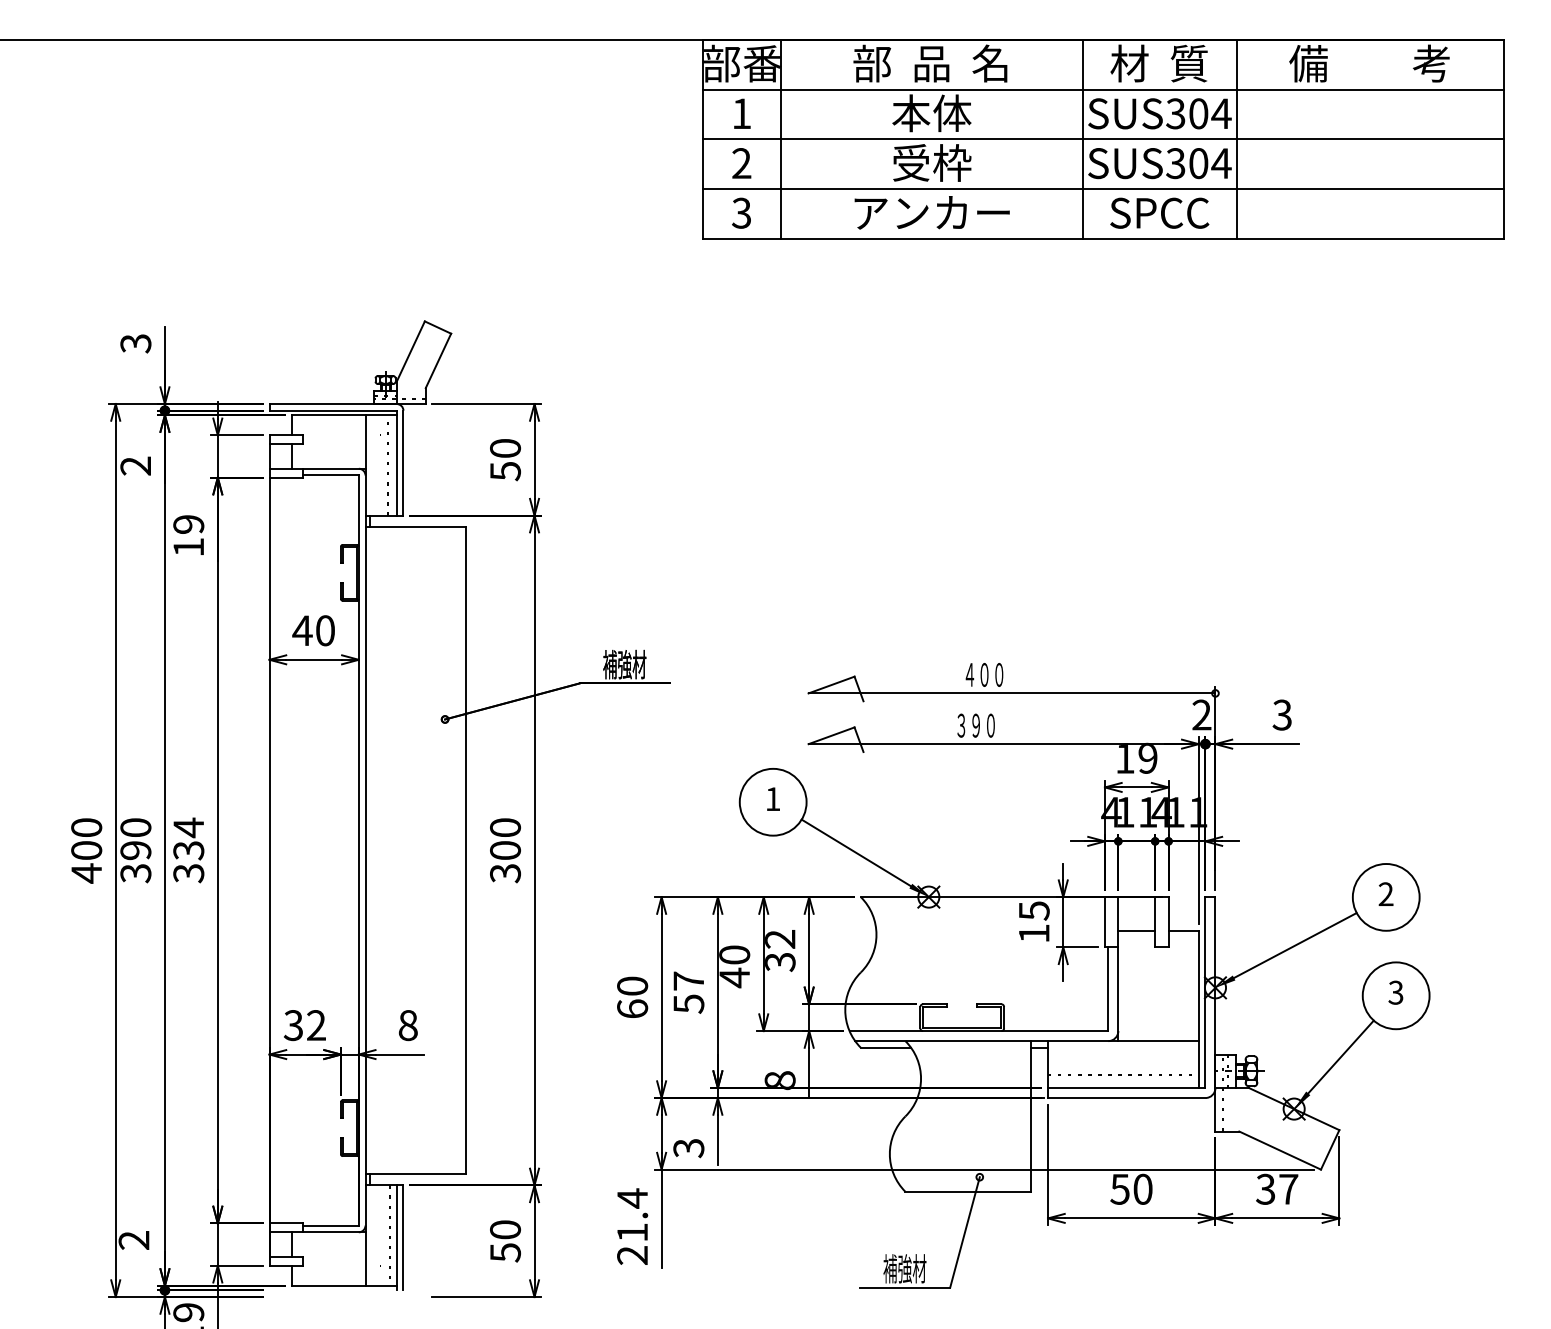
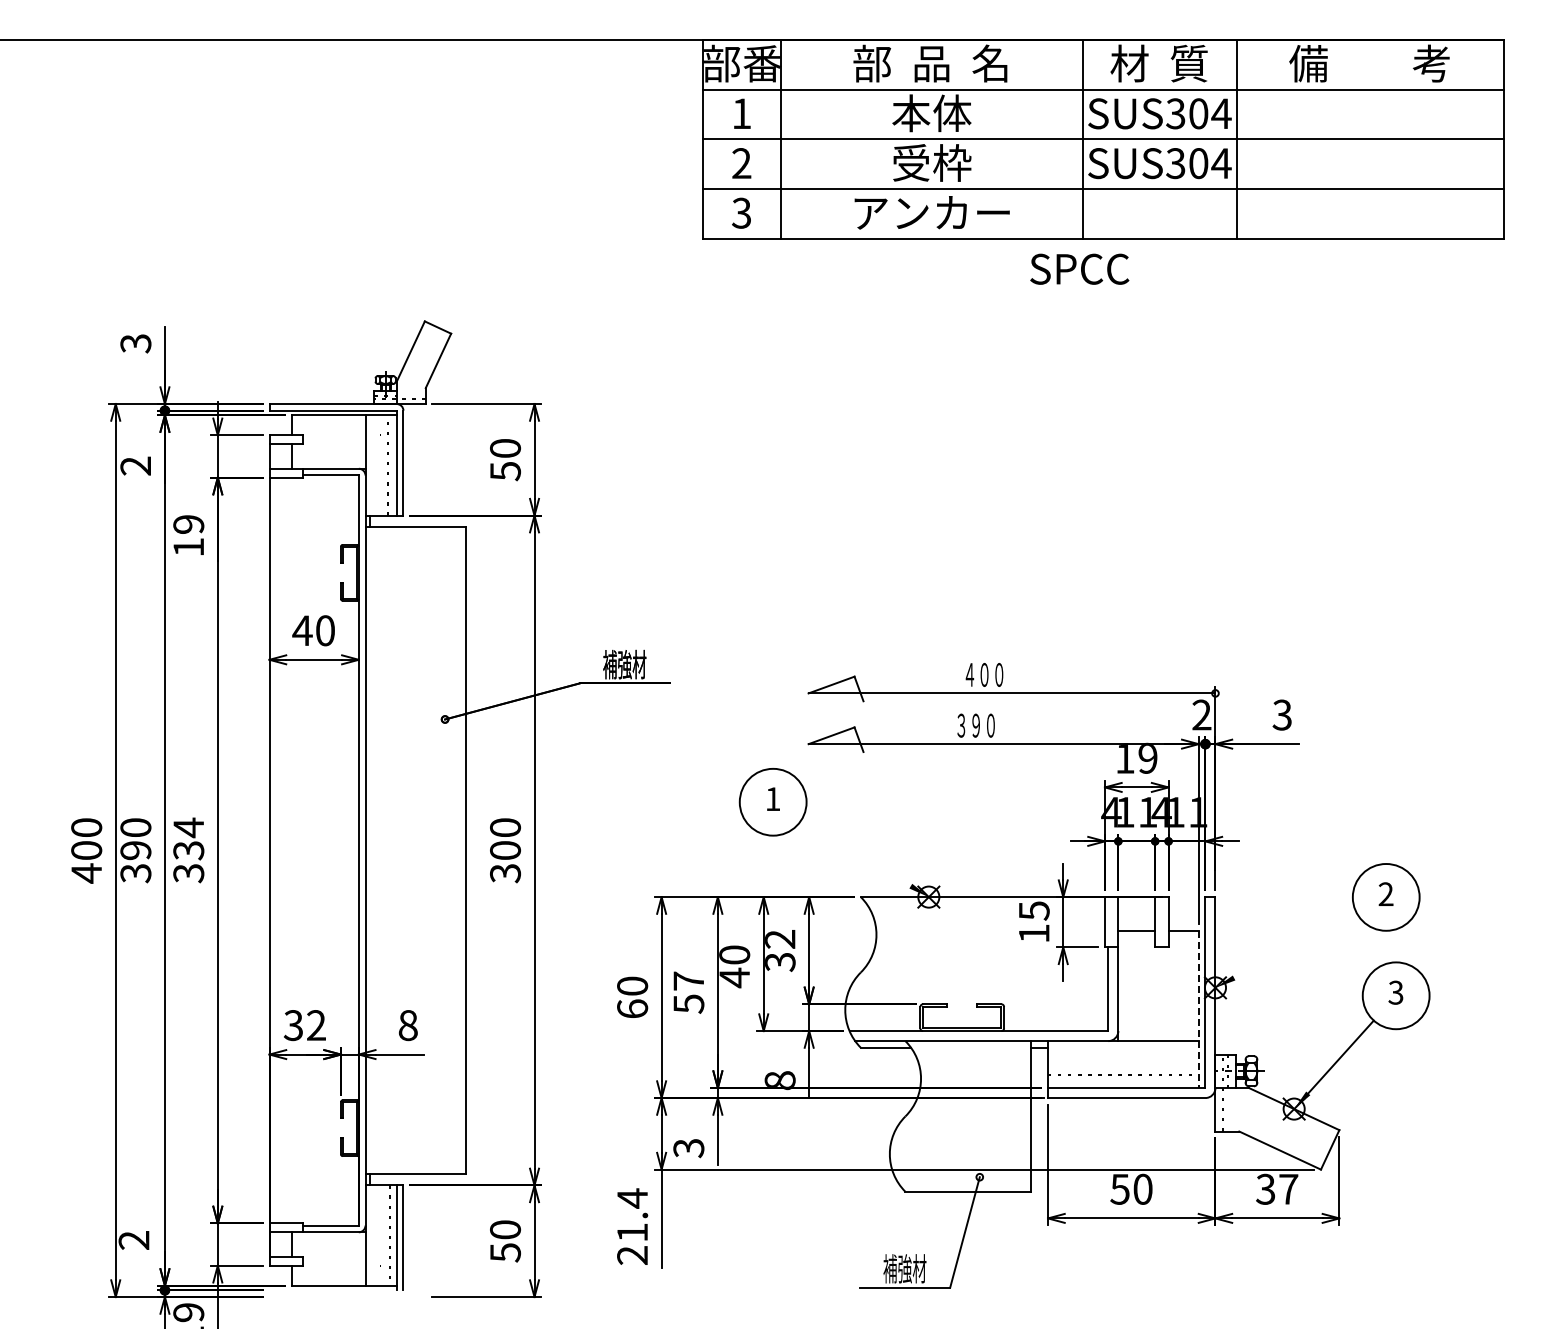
text at (1159, 212) position: (1159, 212) -> (1079, 268)
line at (855, 852): present -> none
line at (1295, 945): present -> none
line at (1198, 1009): solid -> dashed
